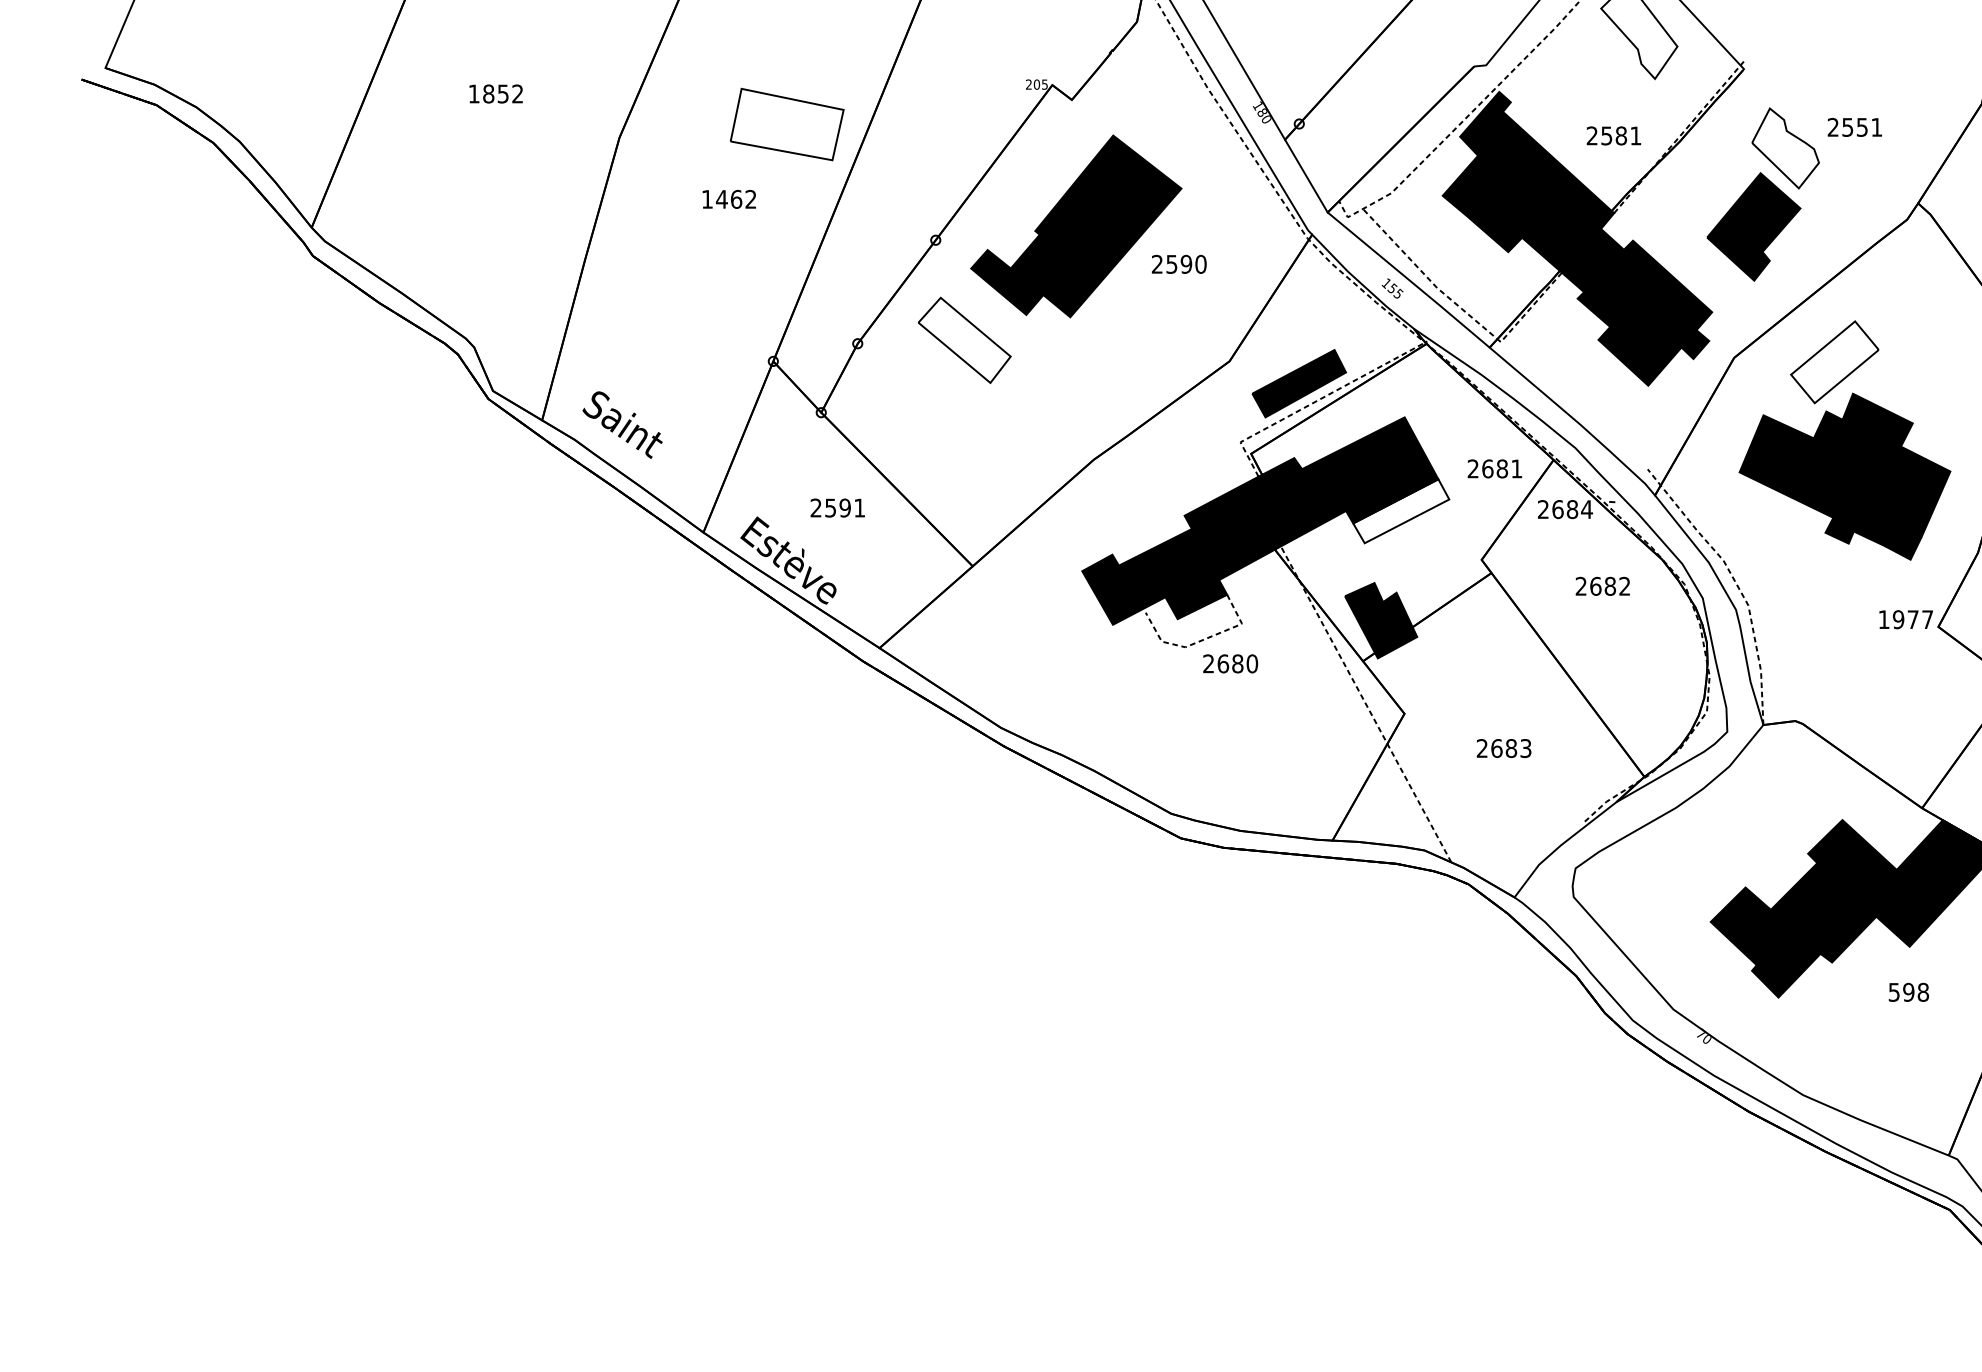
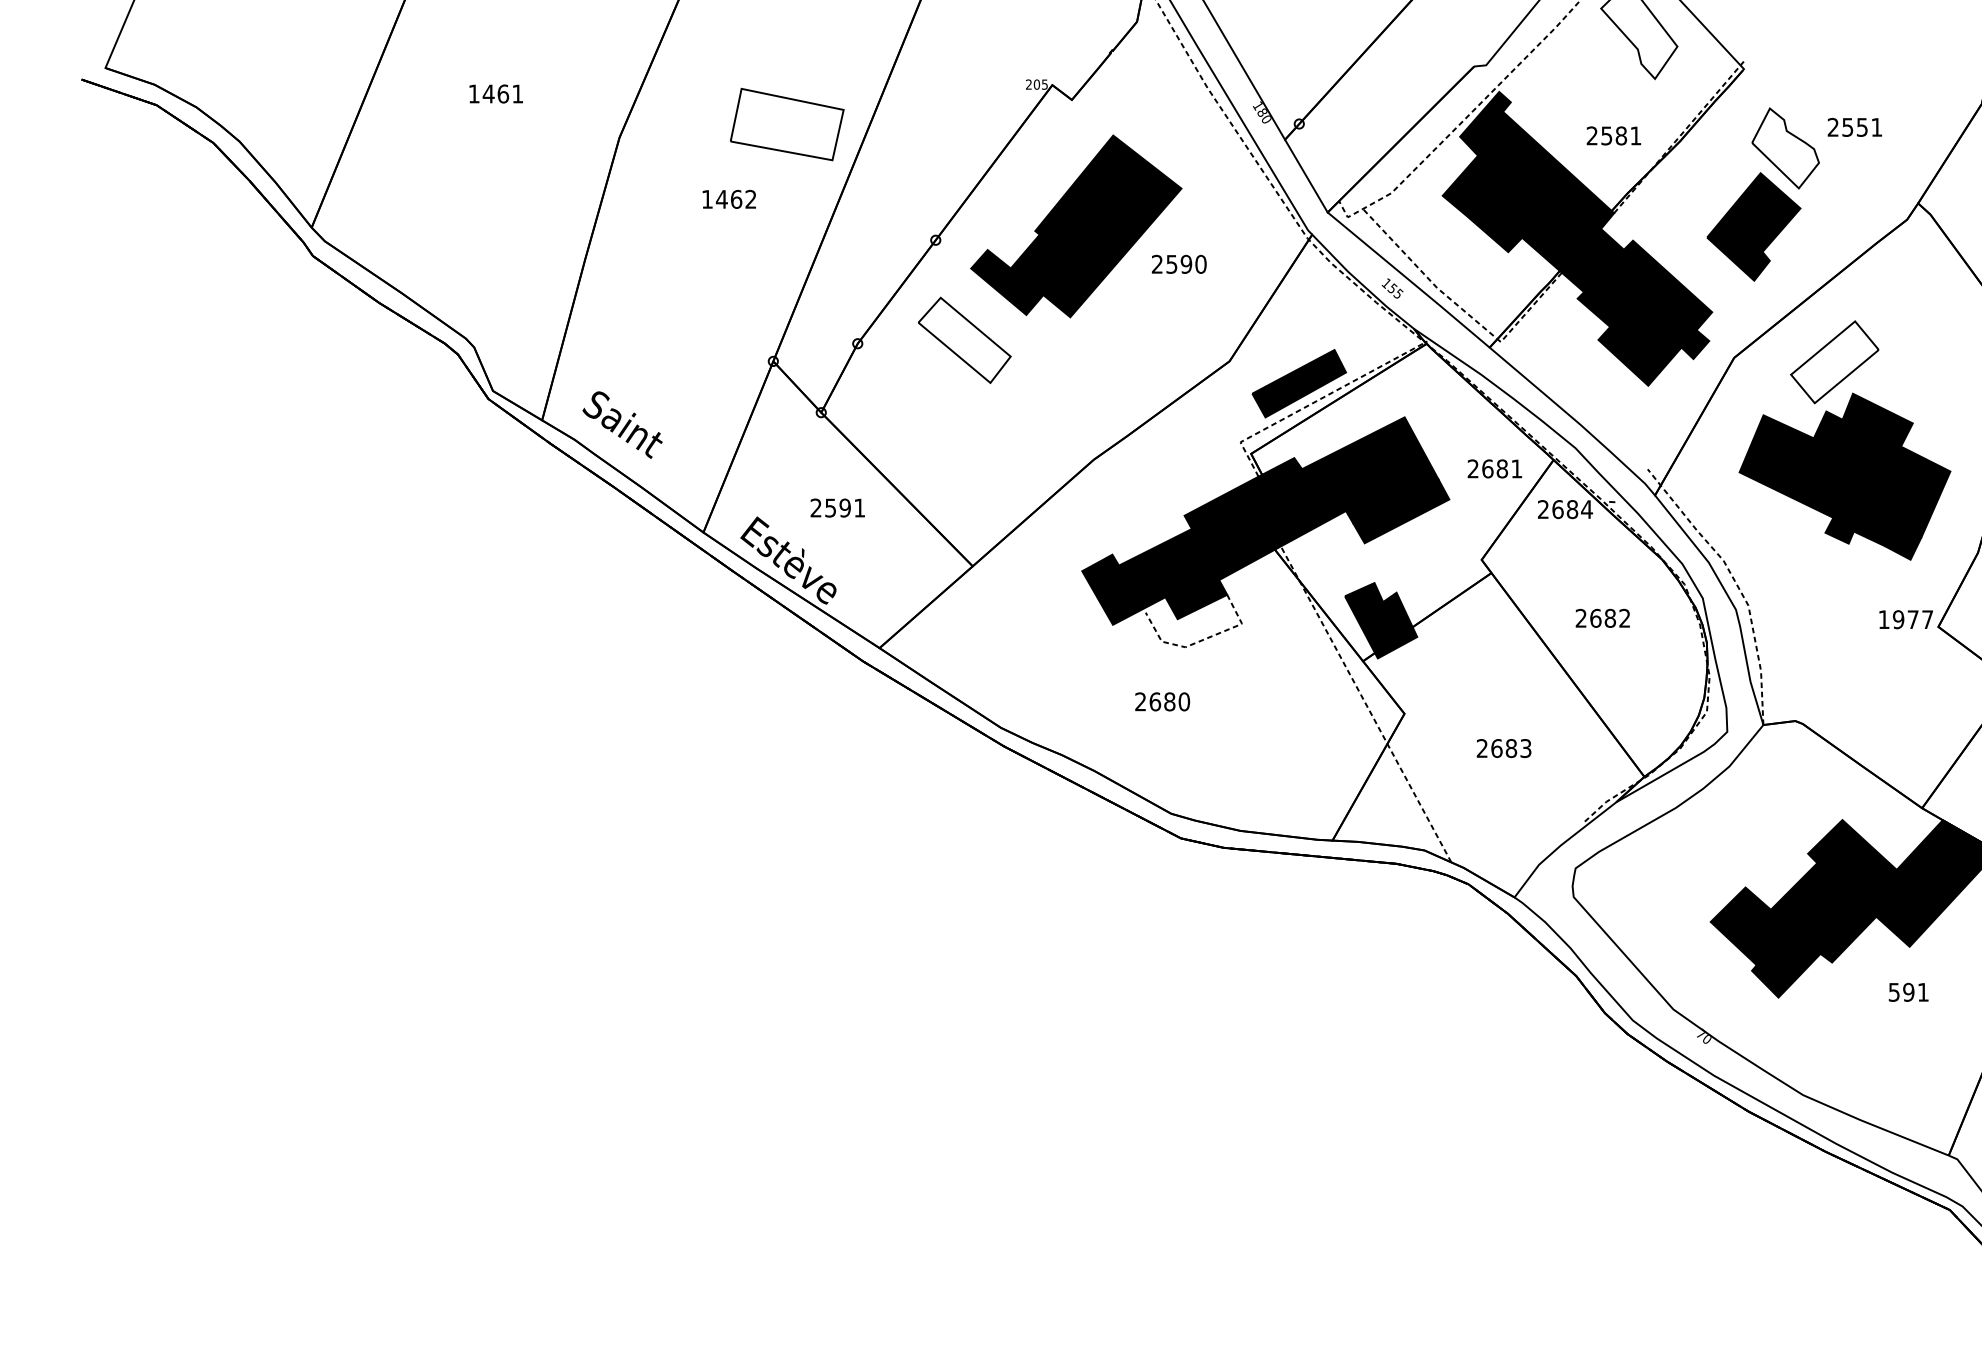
text at (502, 93): 1852 -> 1461
fill at (1401, 511): none -> present
text at (1602, 585) position: (1602, 585) -> (1602, 617)
text at (1230, 663) position: (1230, 663) -> (1162, 701)
text at (1923, 991): 598 -> 591
